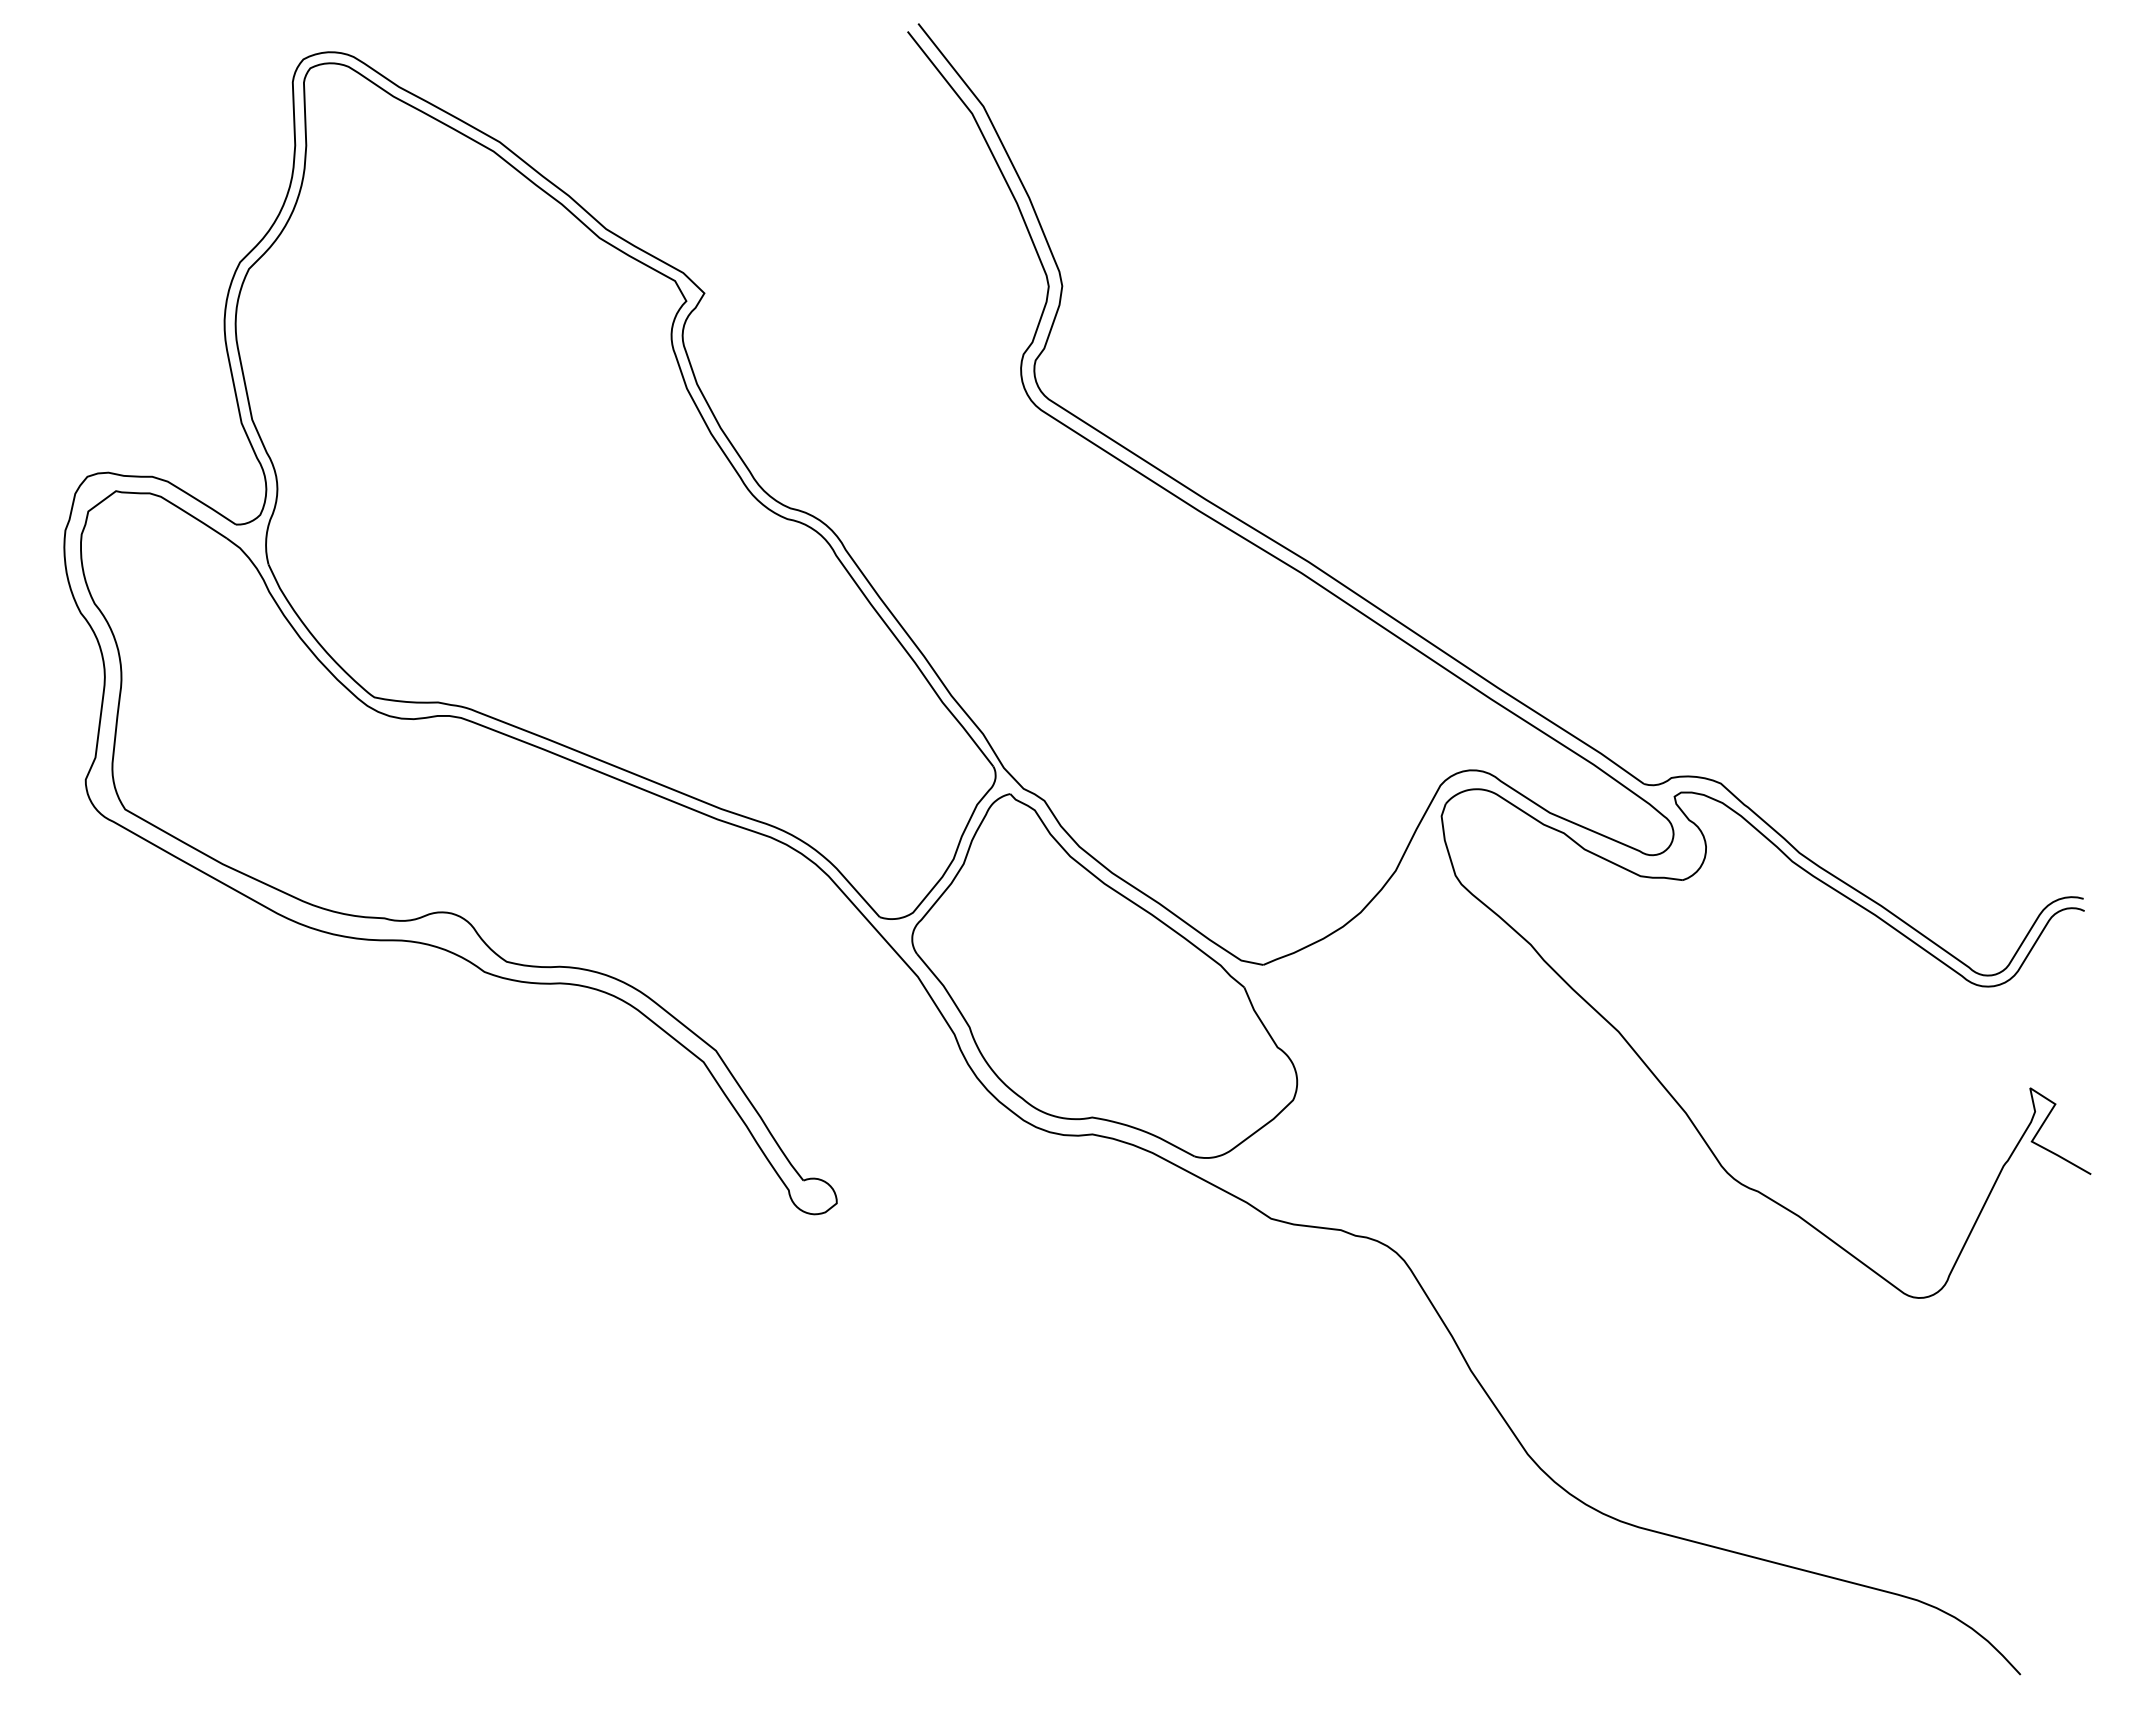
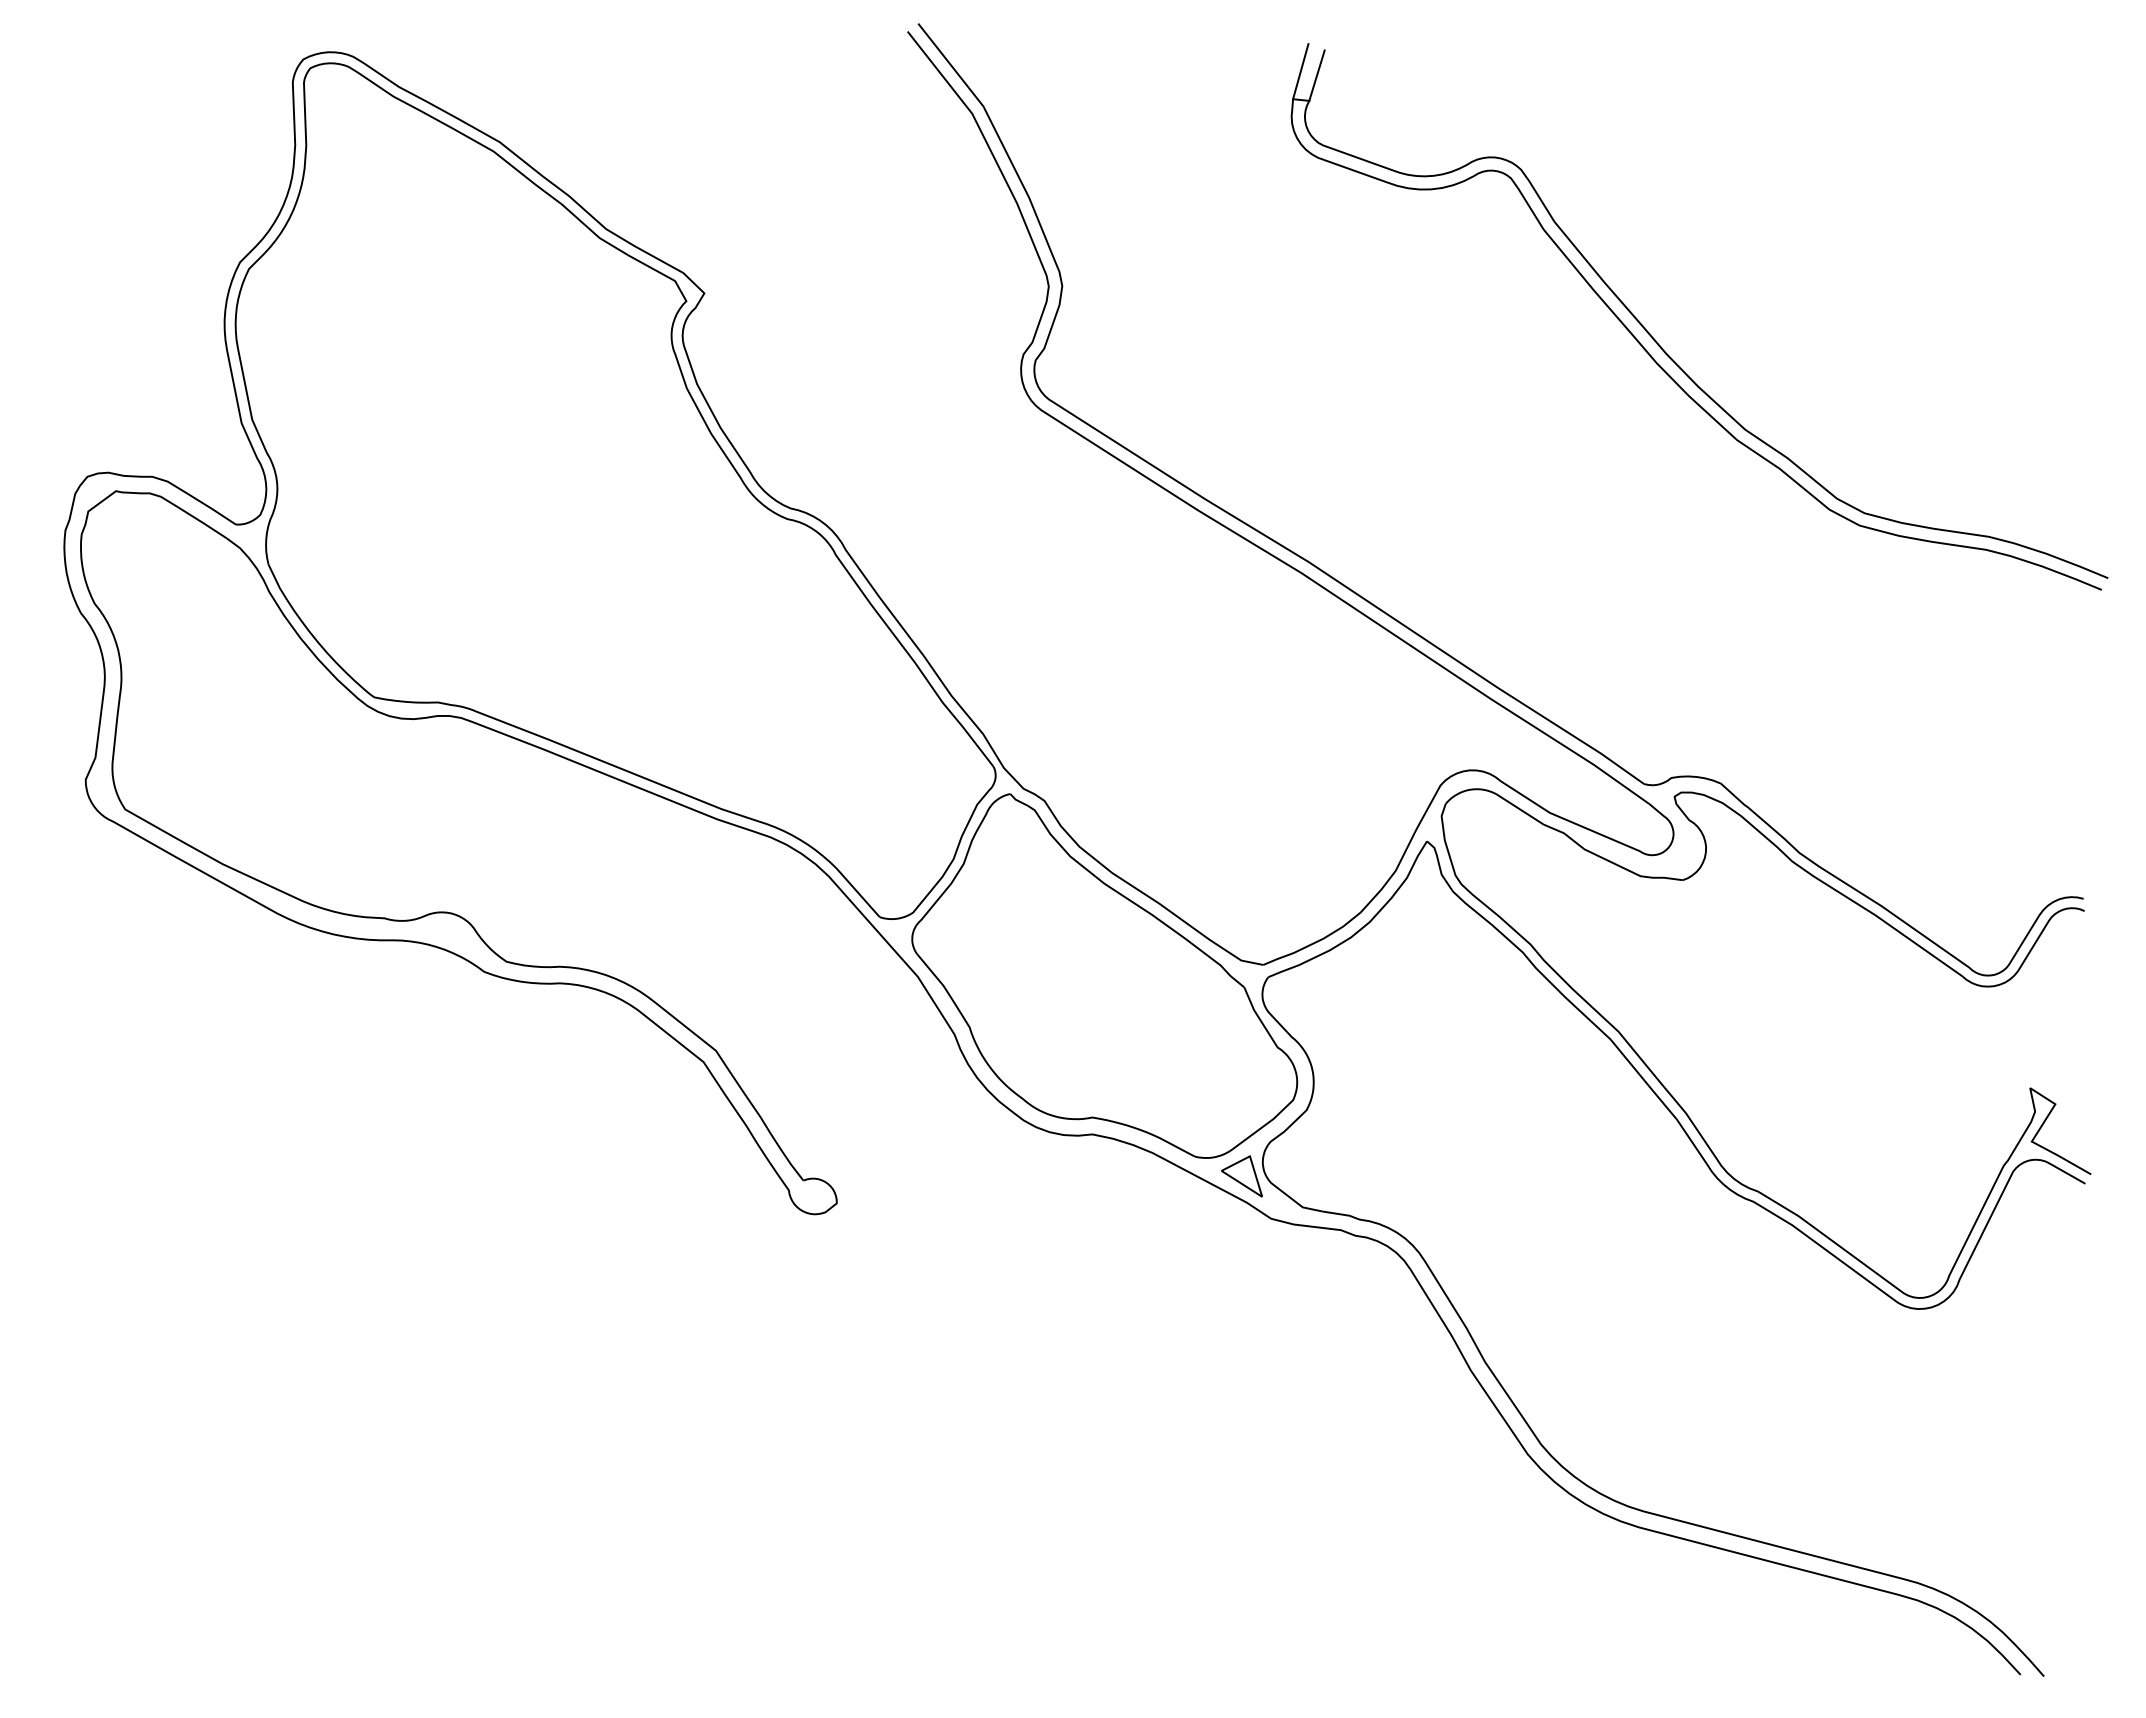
part at (1662, 347): none -> present
part at (1724, 1186): none -> present
